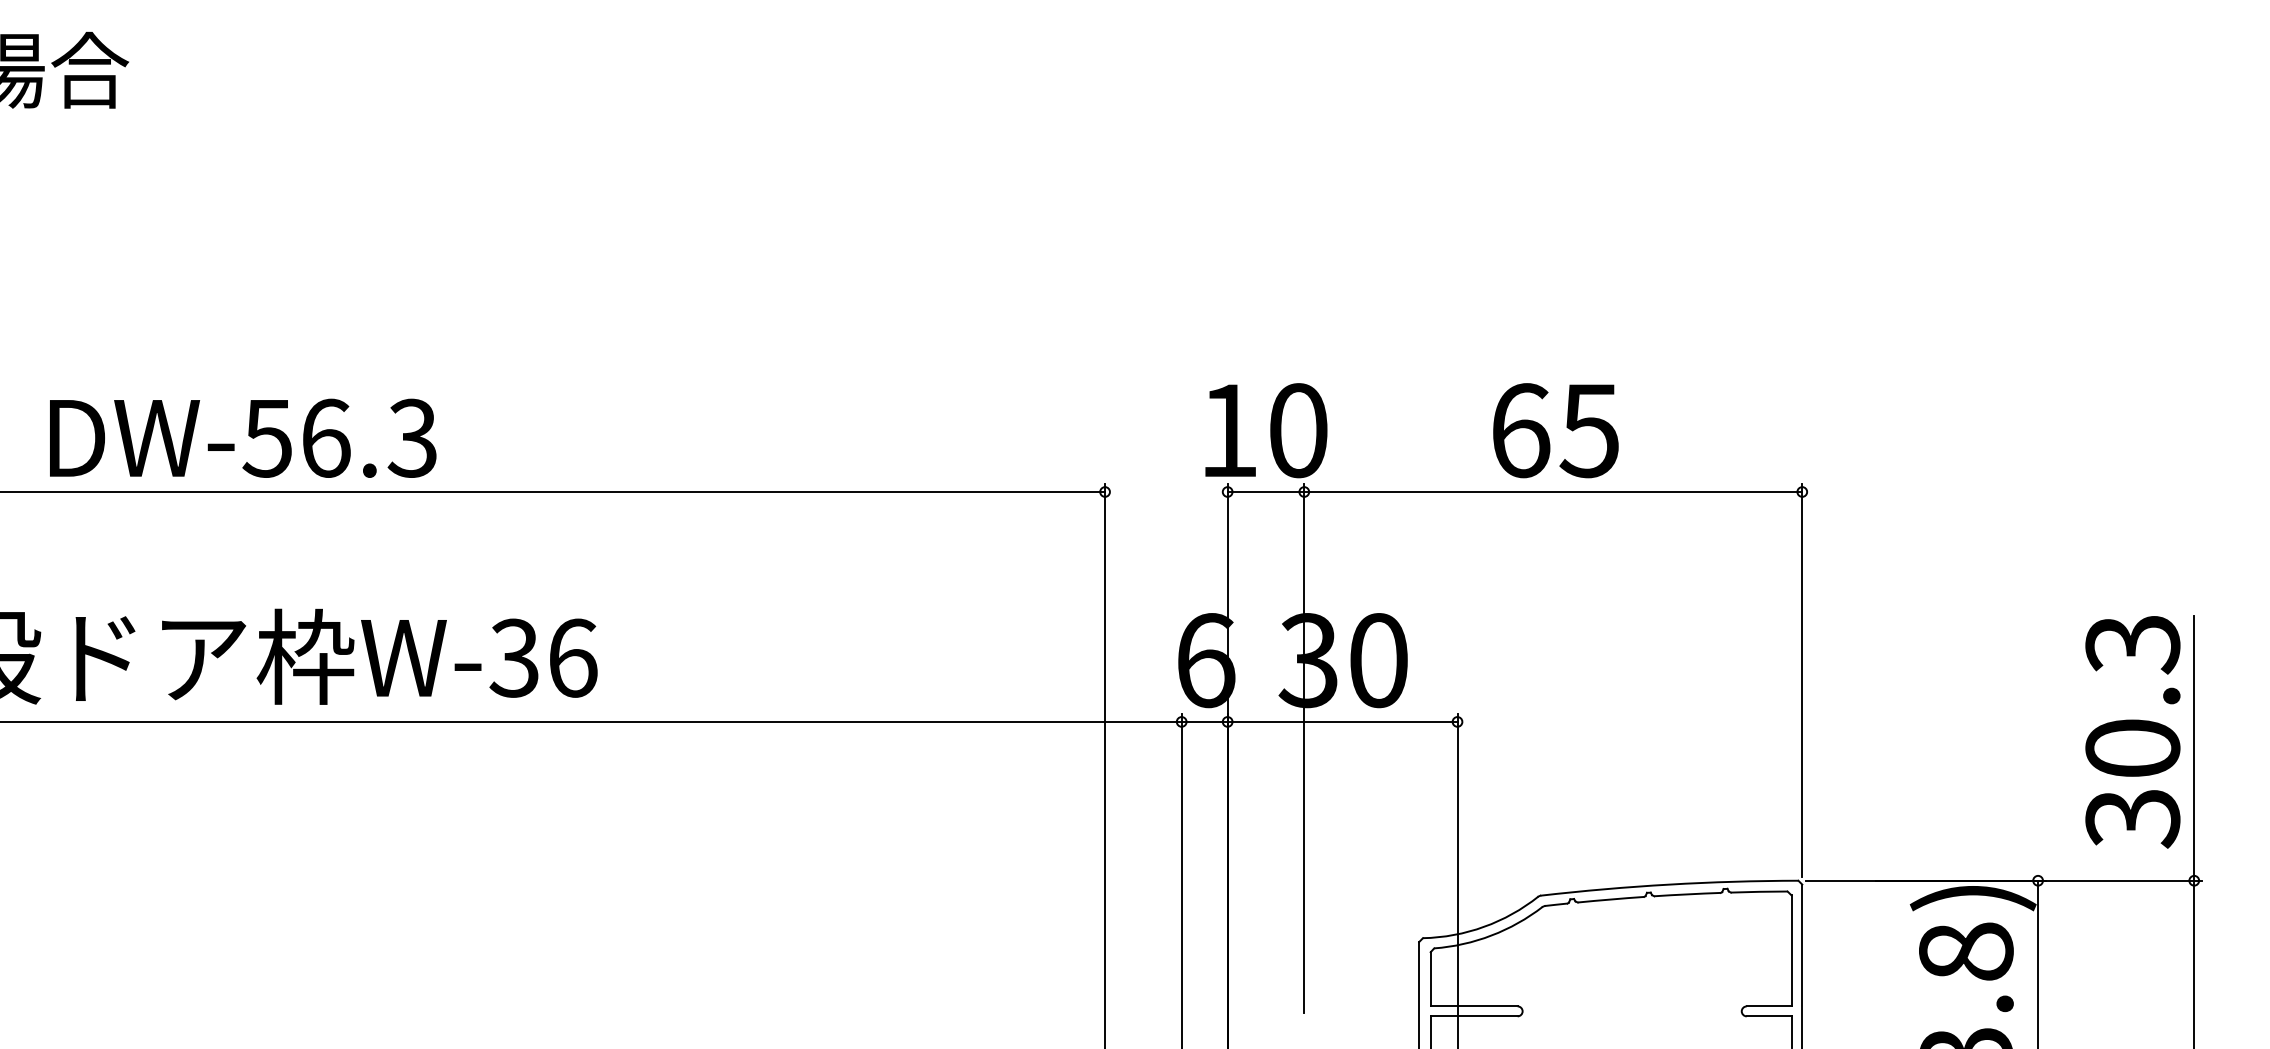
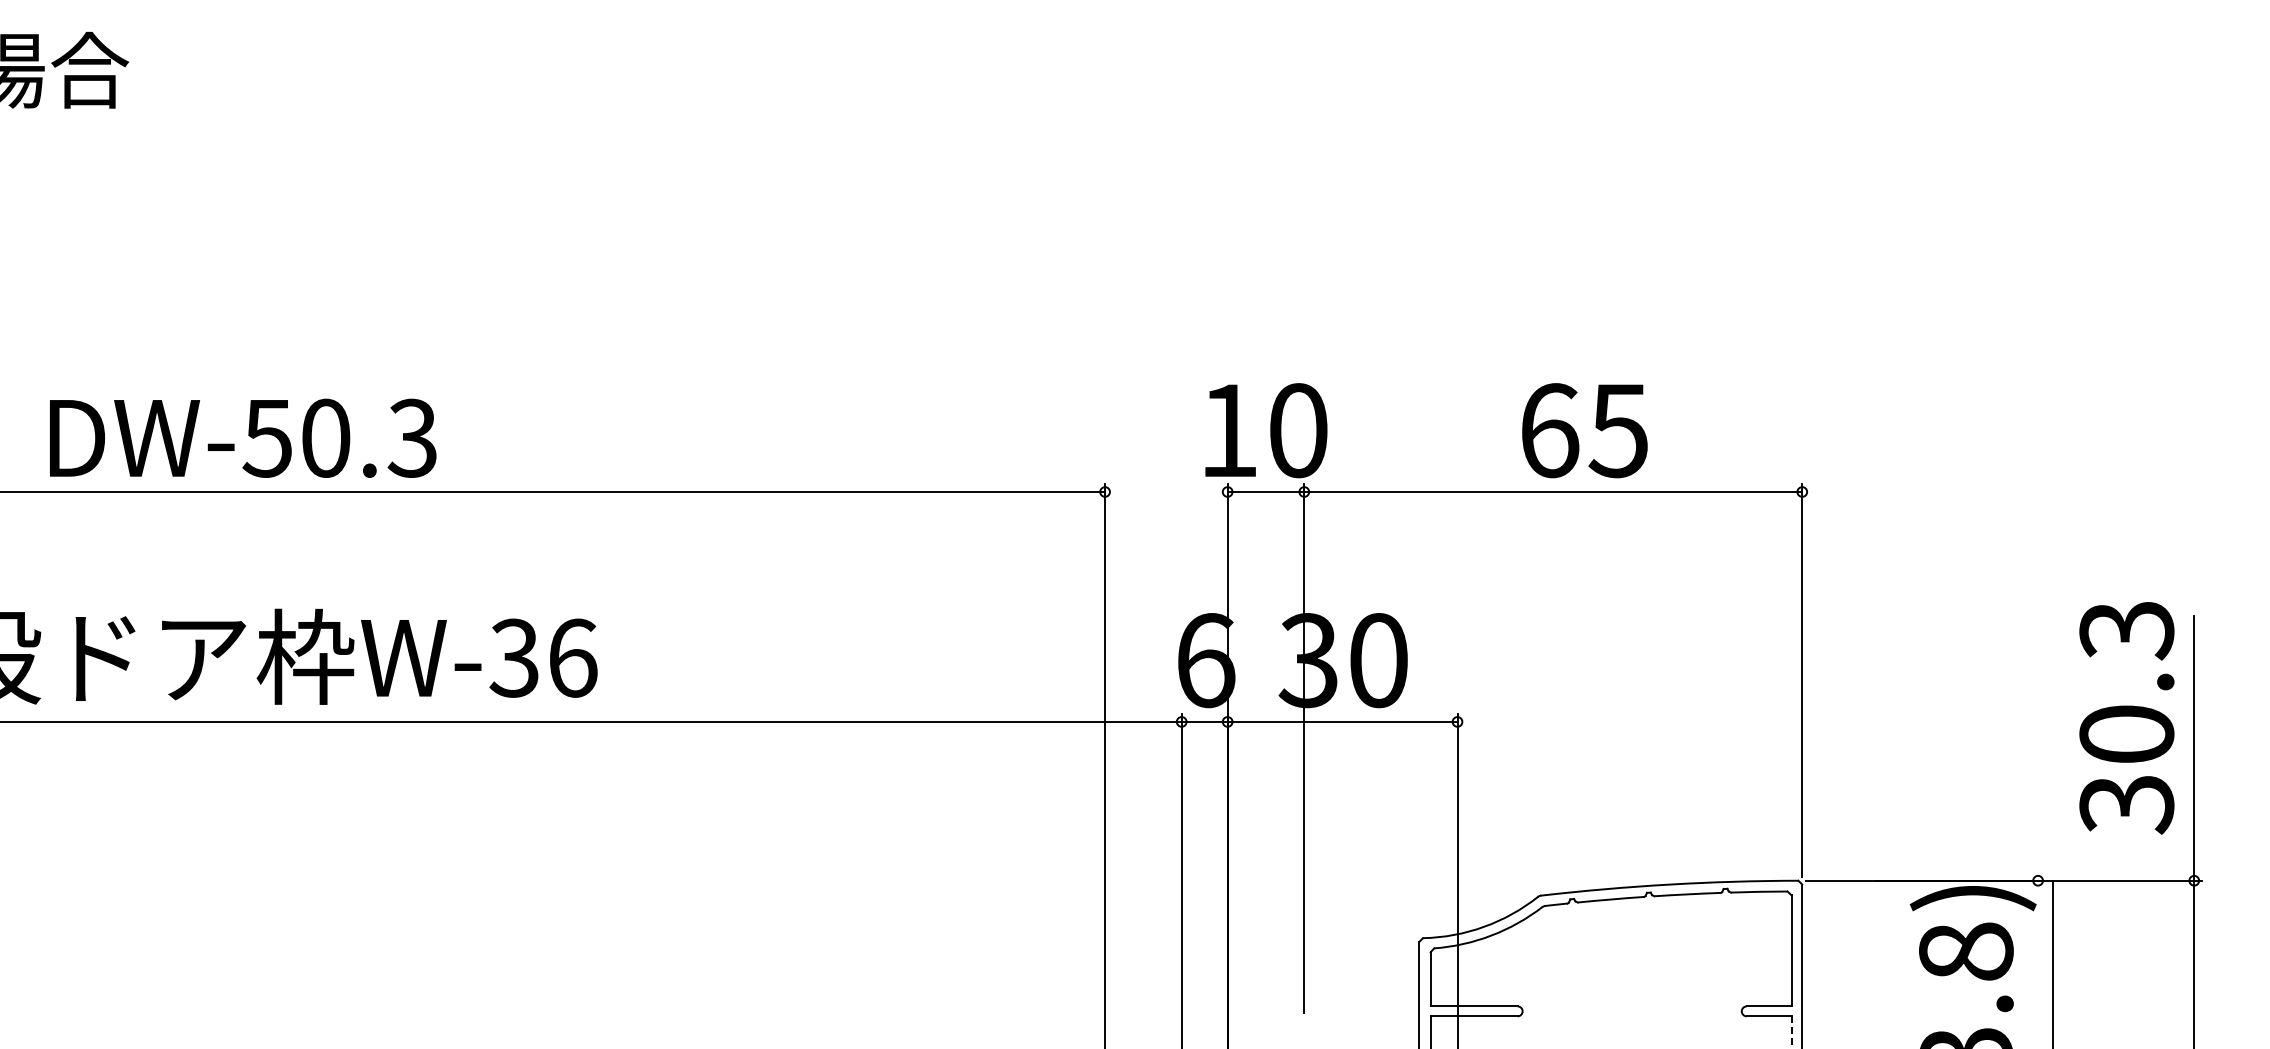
text at (1555, 430) position: (1555, 430) -> (1584, 430)
text at (326, 437): DW-56.3 -> DW-50.3
text at (2132, 732) position: (2132, 732) -> (2126, 718)
line at (2038, 962) position: (2038, 962) -> (2053, 962)
line at (1791, 1032): solid -> dashed
